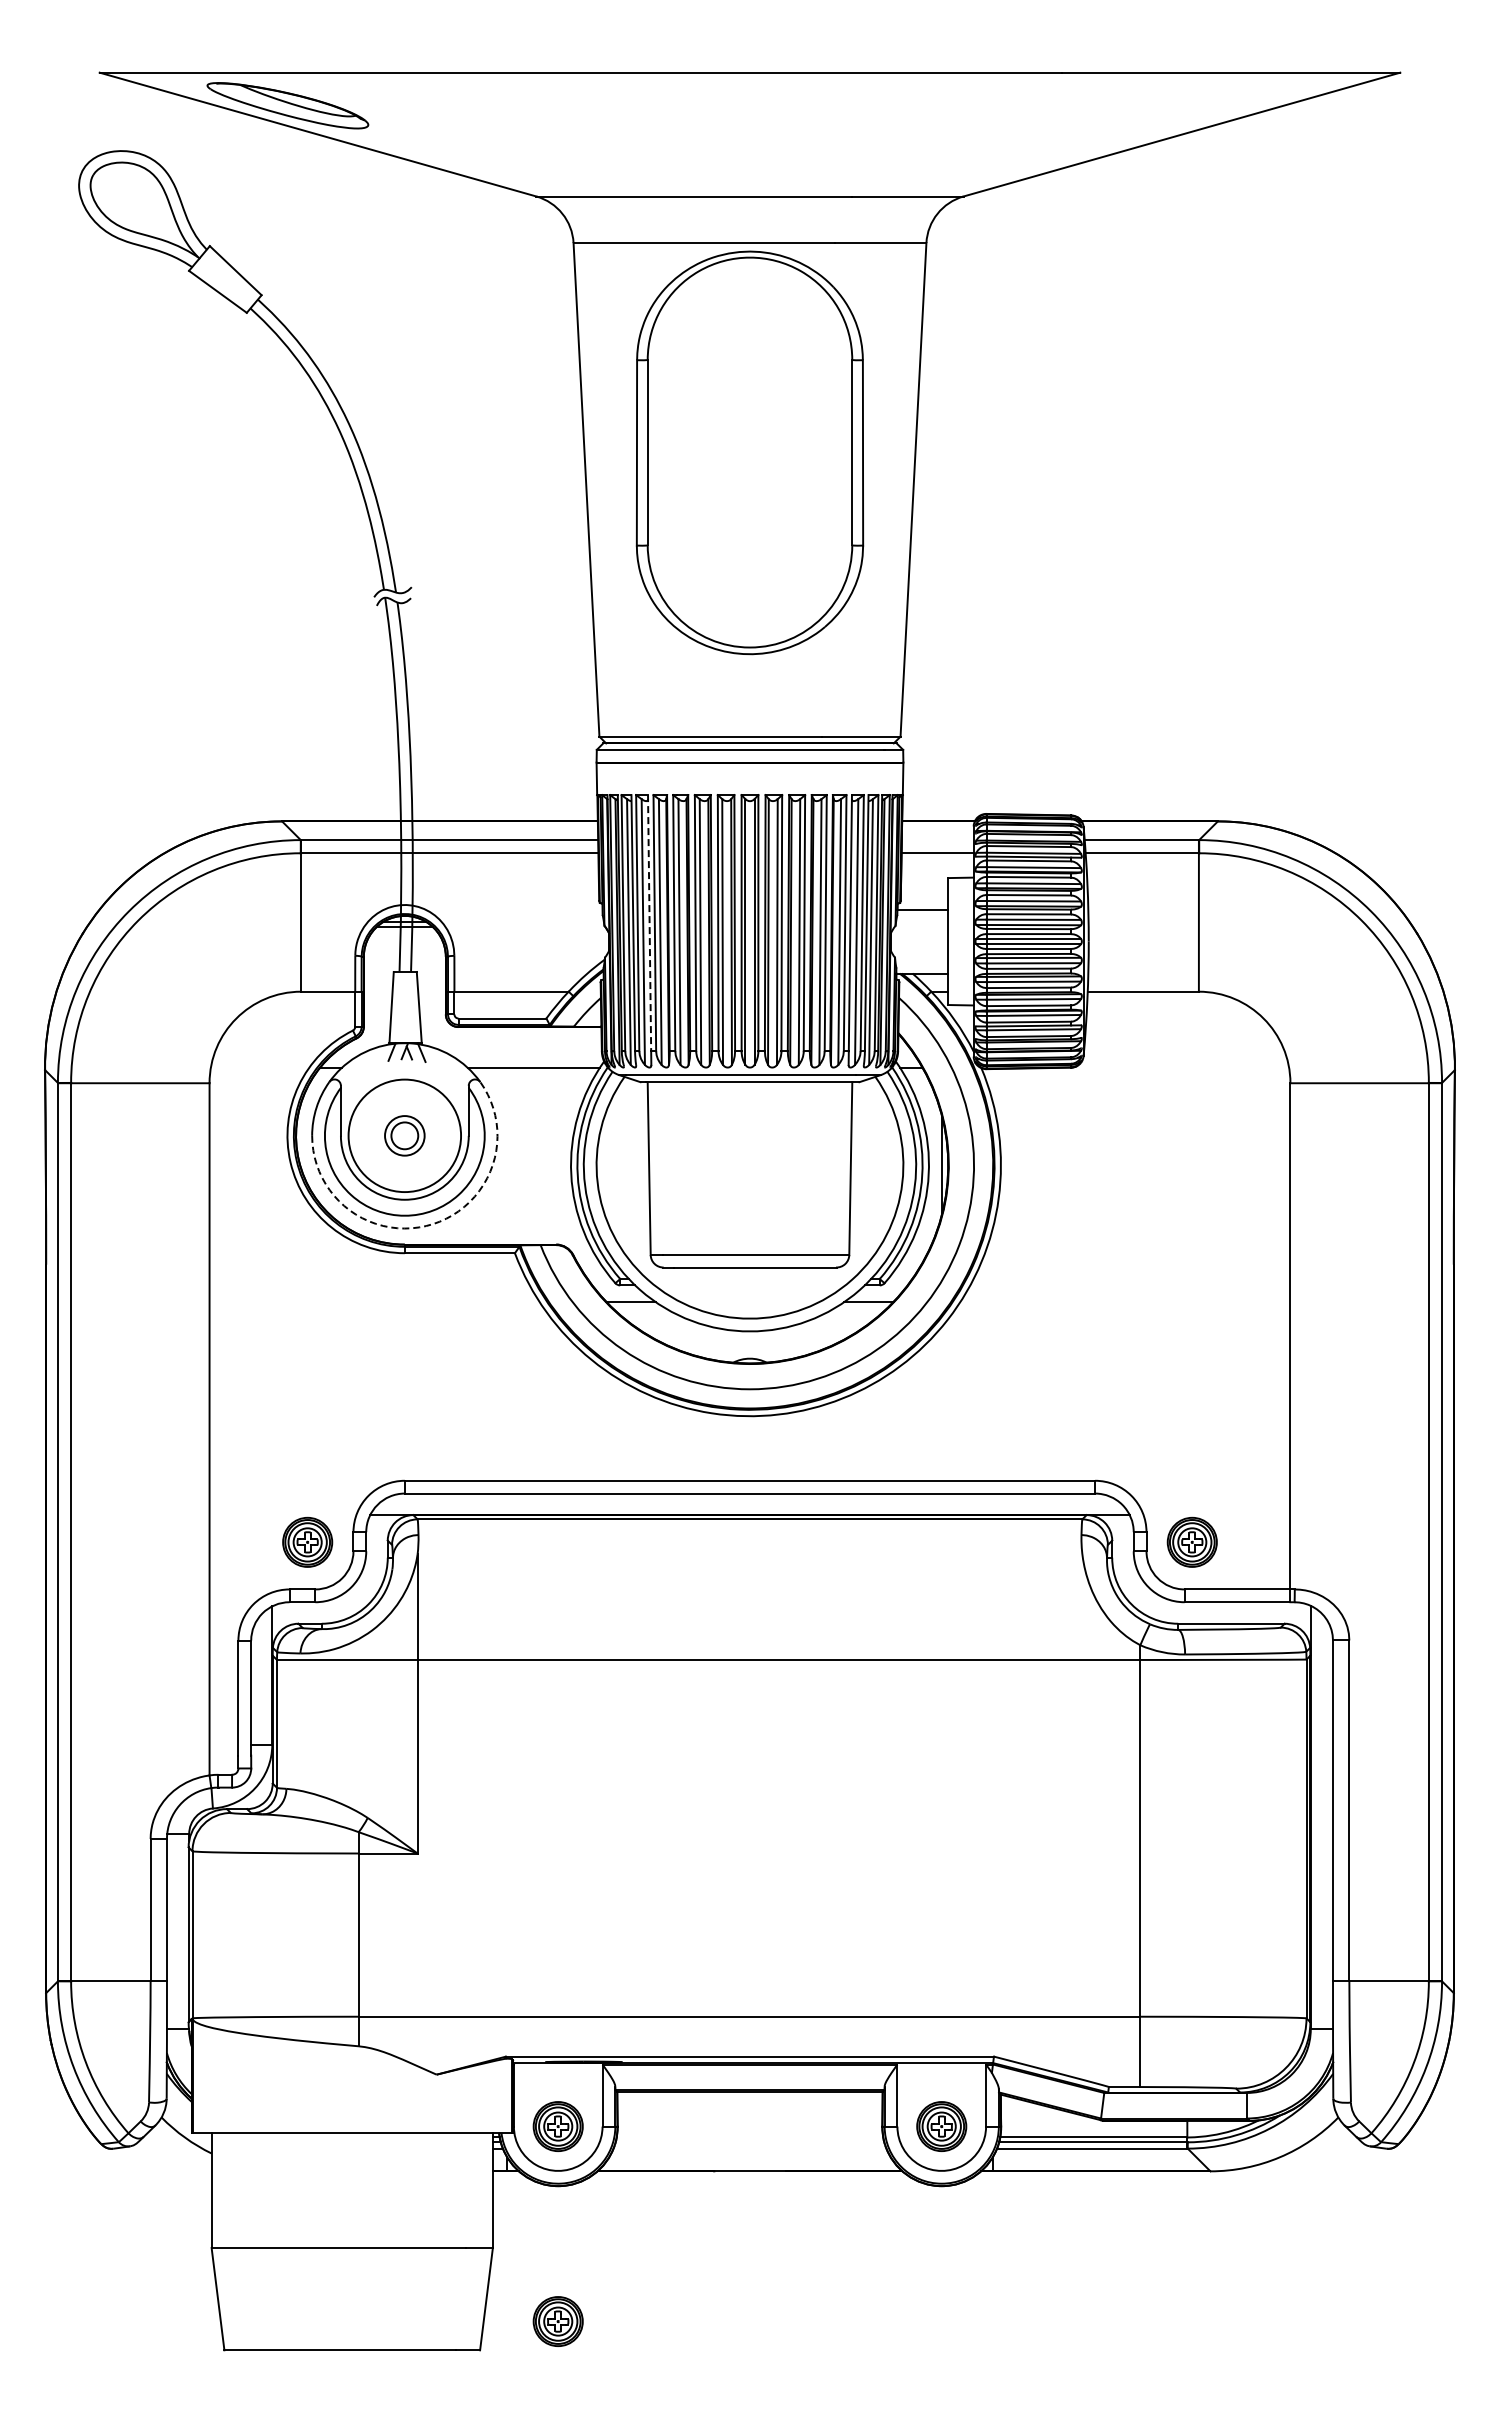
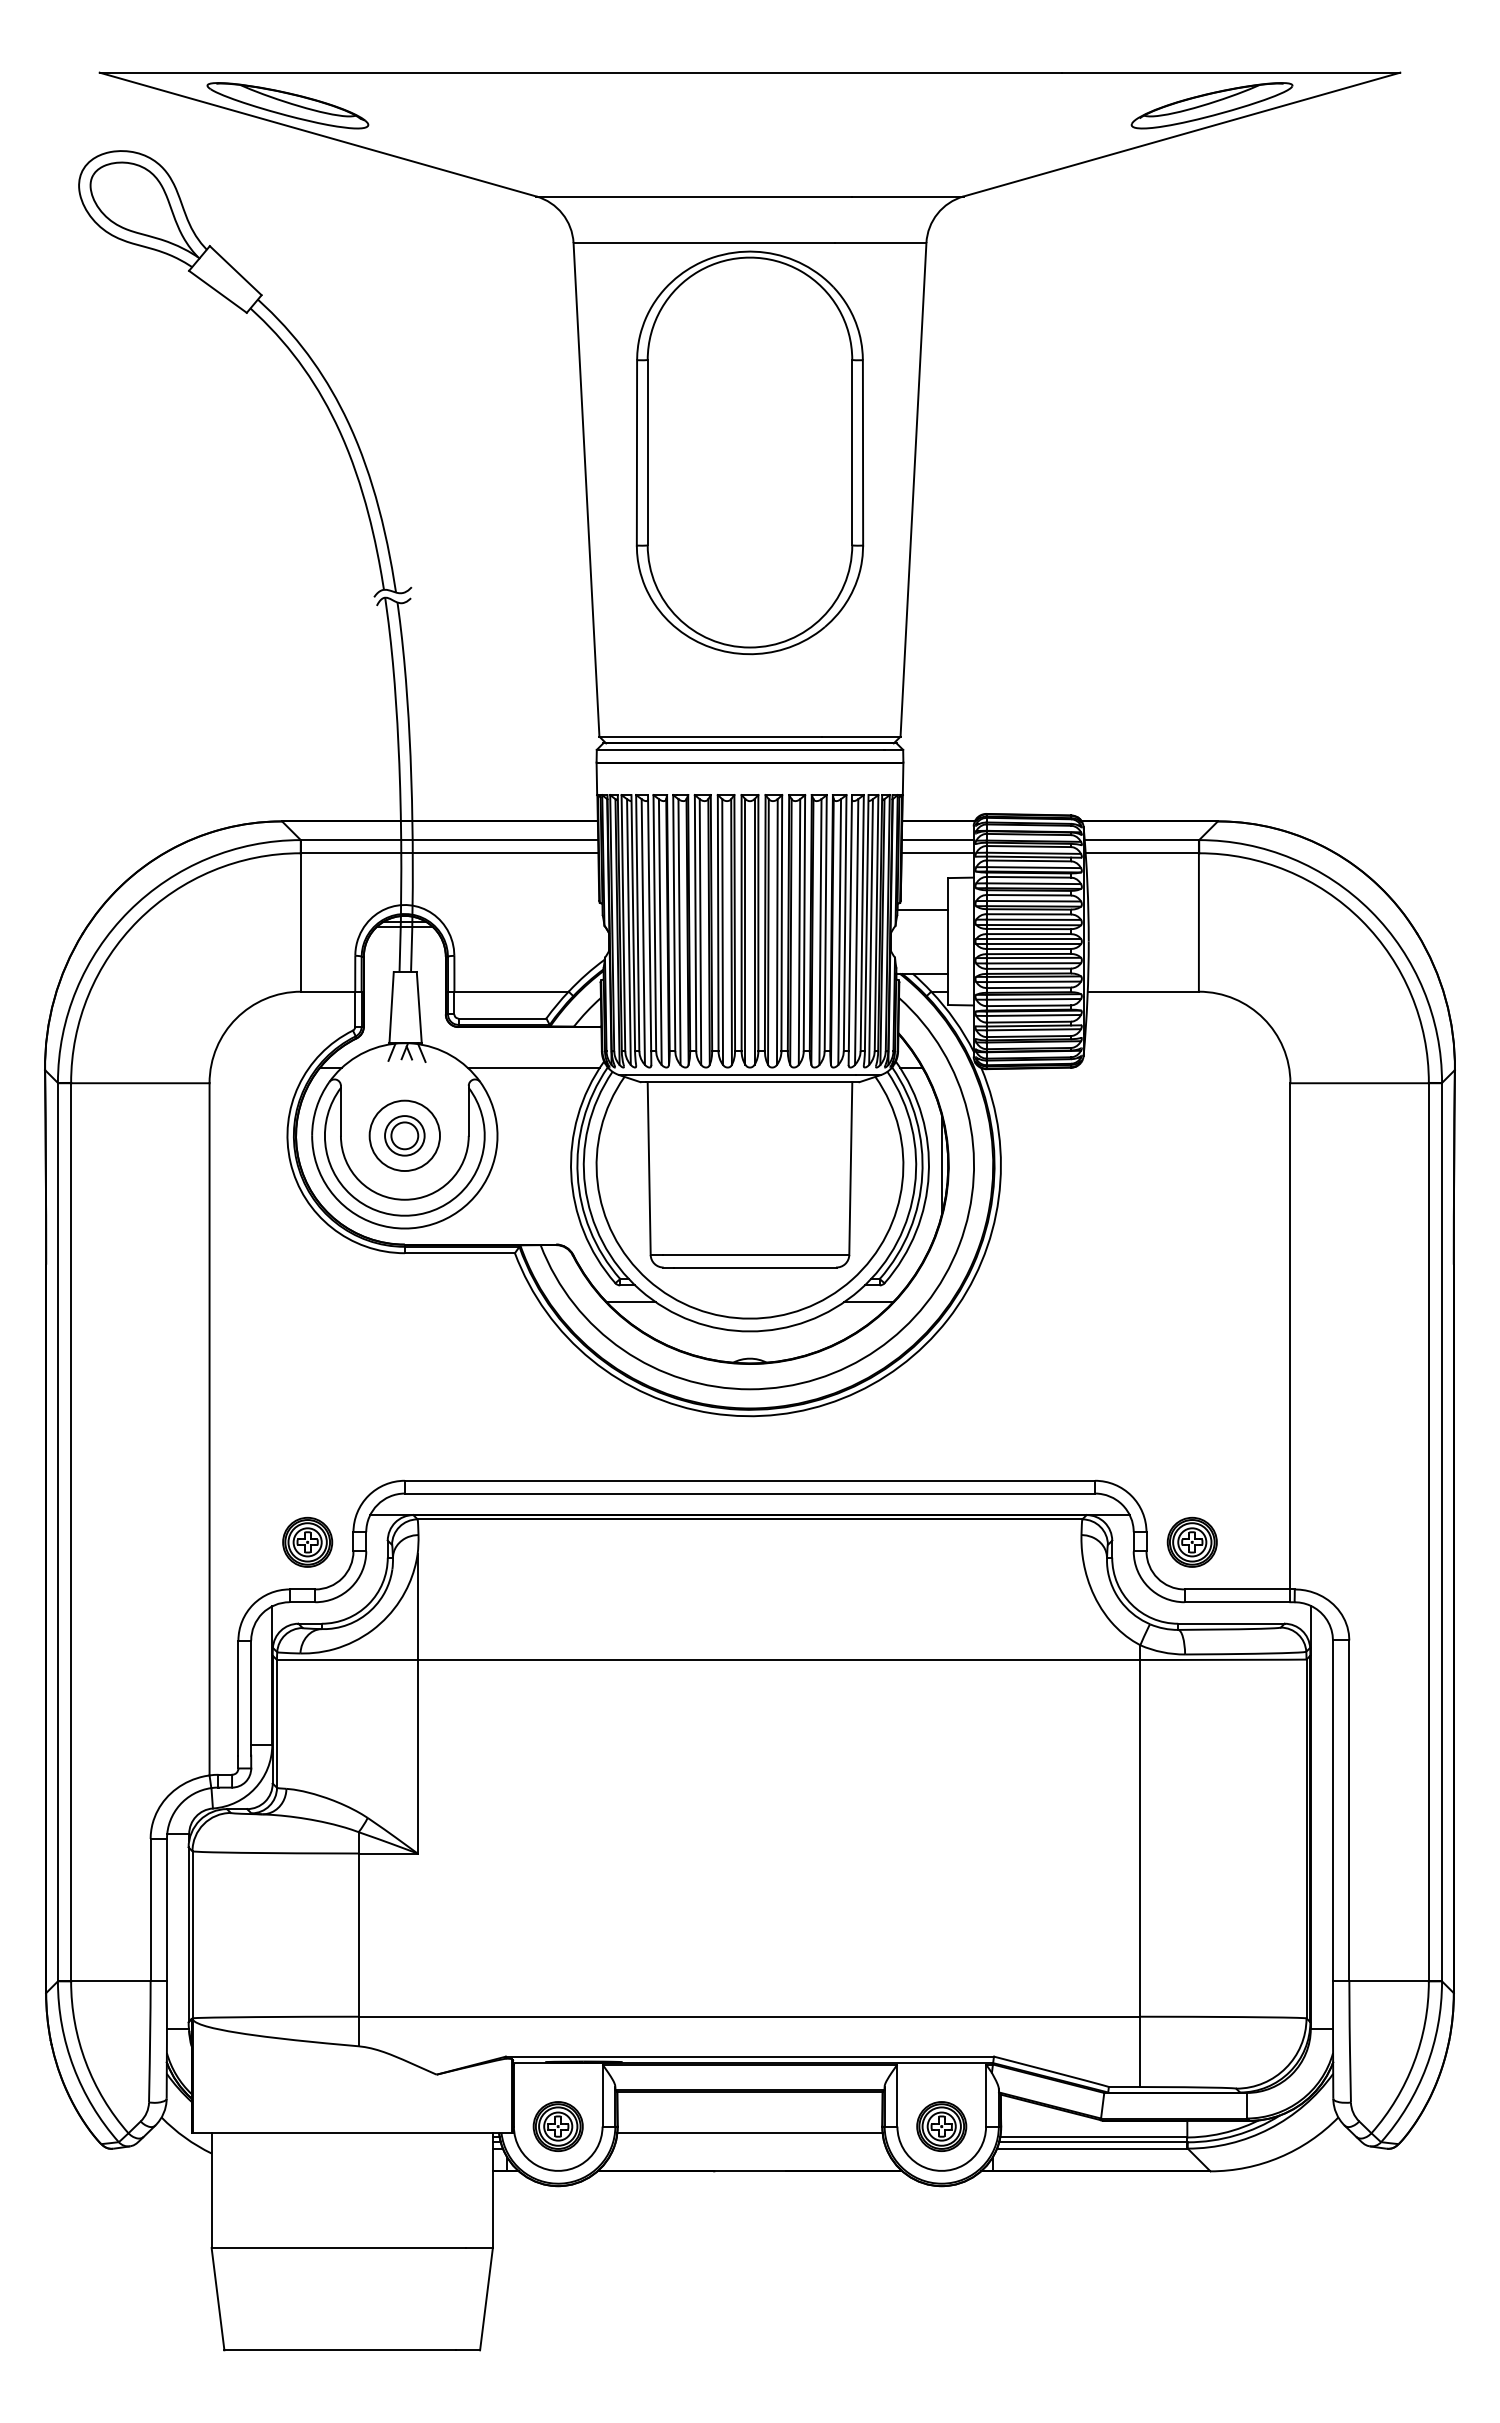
part at (1211, 105): none -> present
line at (937, 840): none -> present
line at (649, 923): dashed -> solid
circle at (404, 1135) diameter: 112 px -> 70 px
arc at (433, 1224): dashed -> solid
line at (749, 2132): none -> present
part at (557, 2321): present -> none
